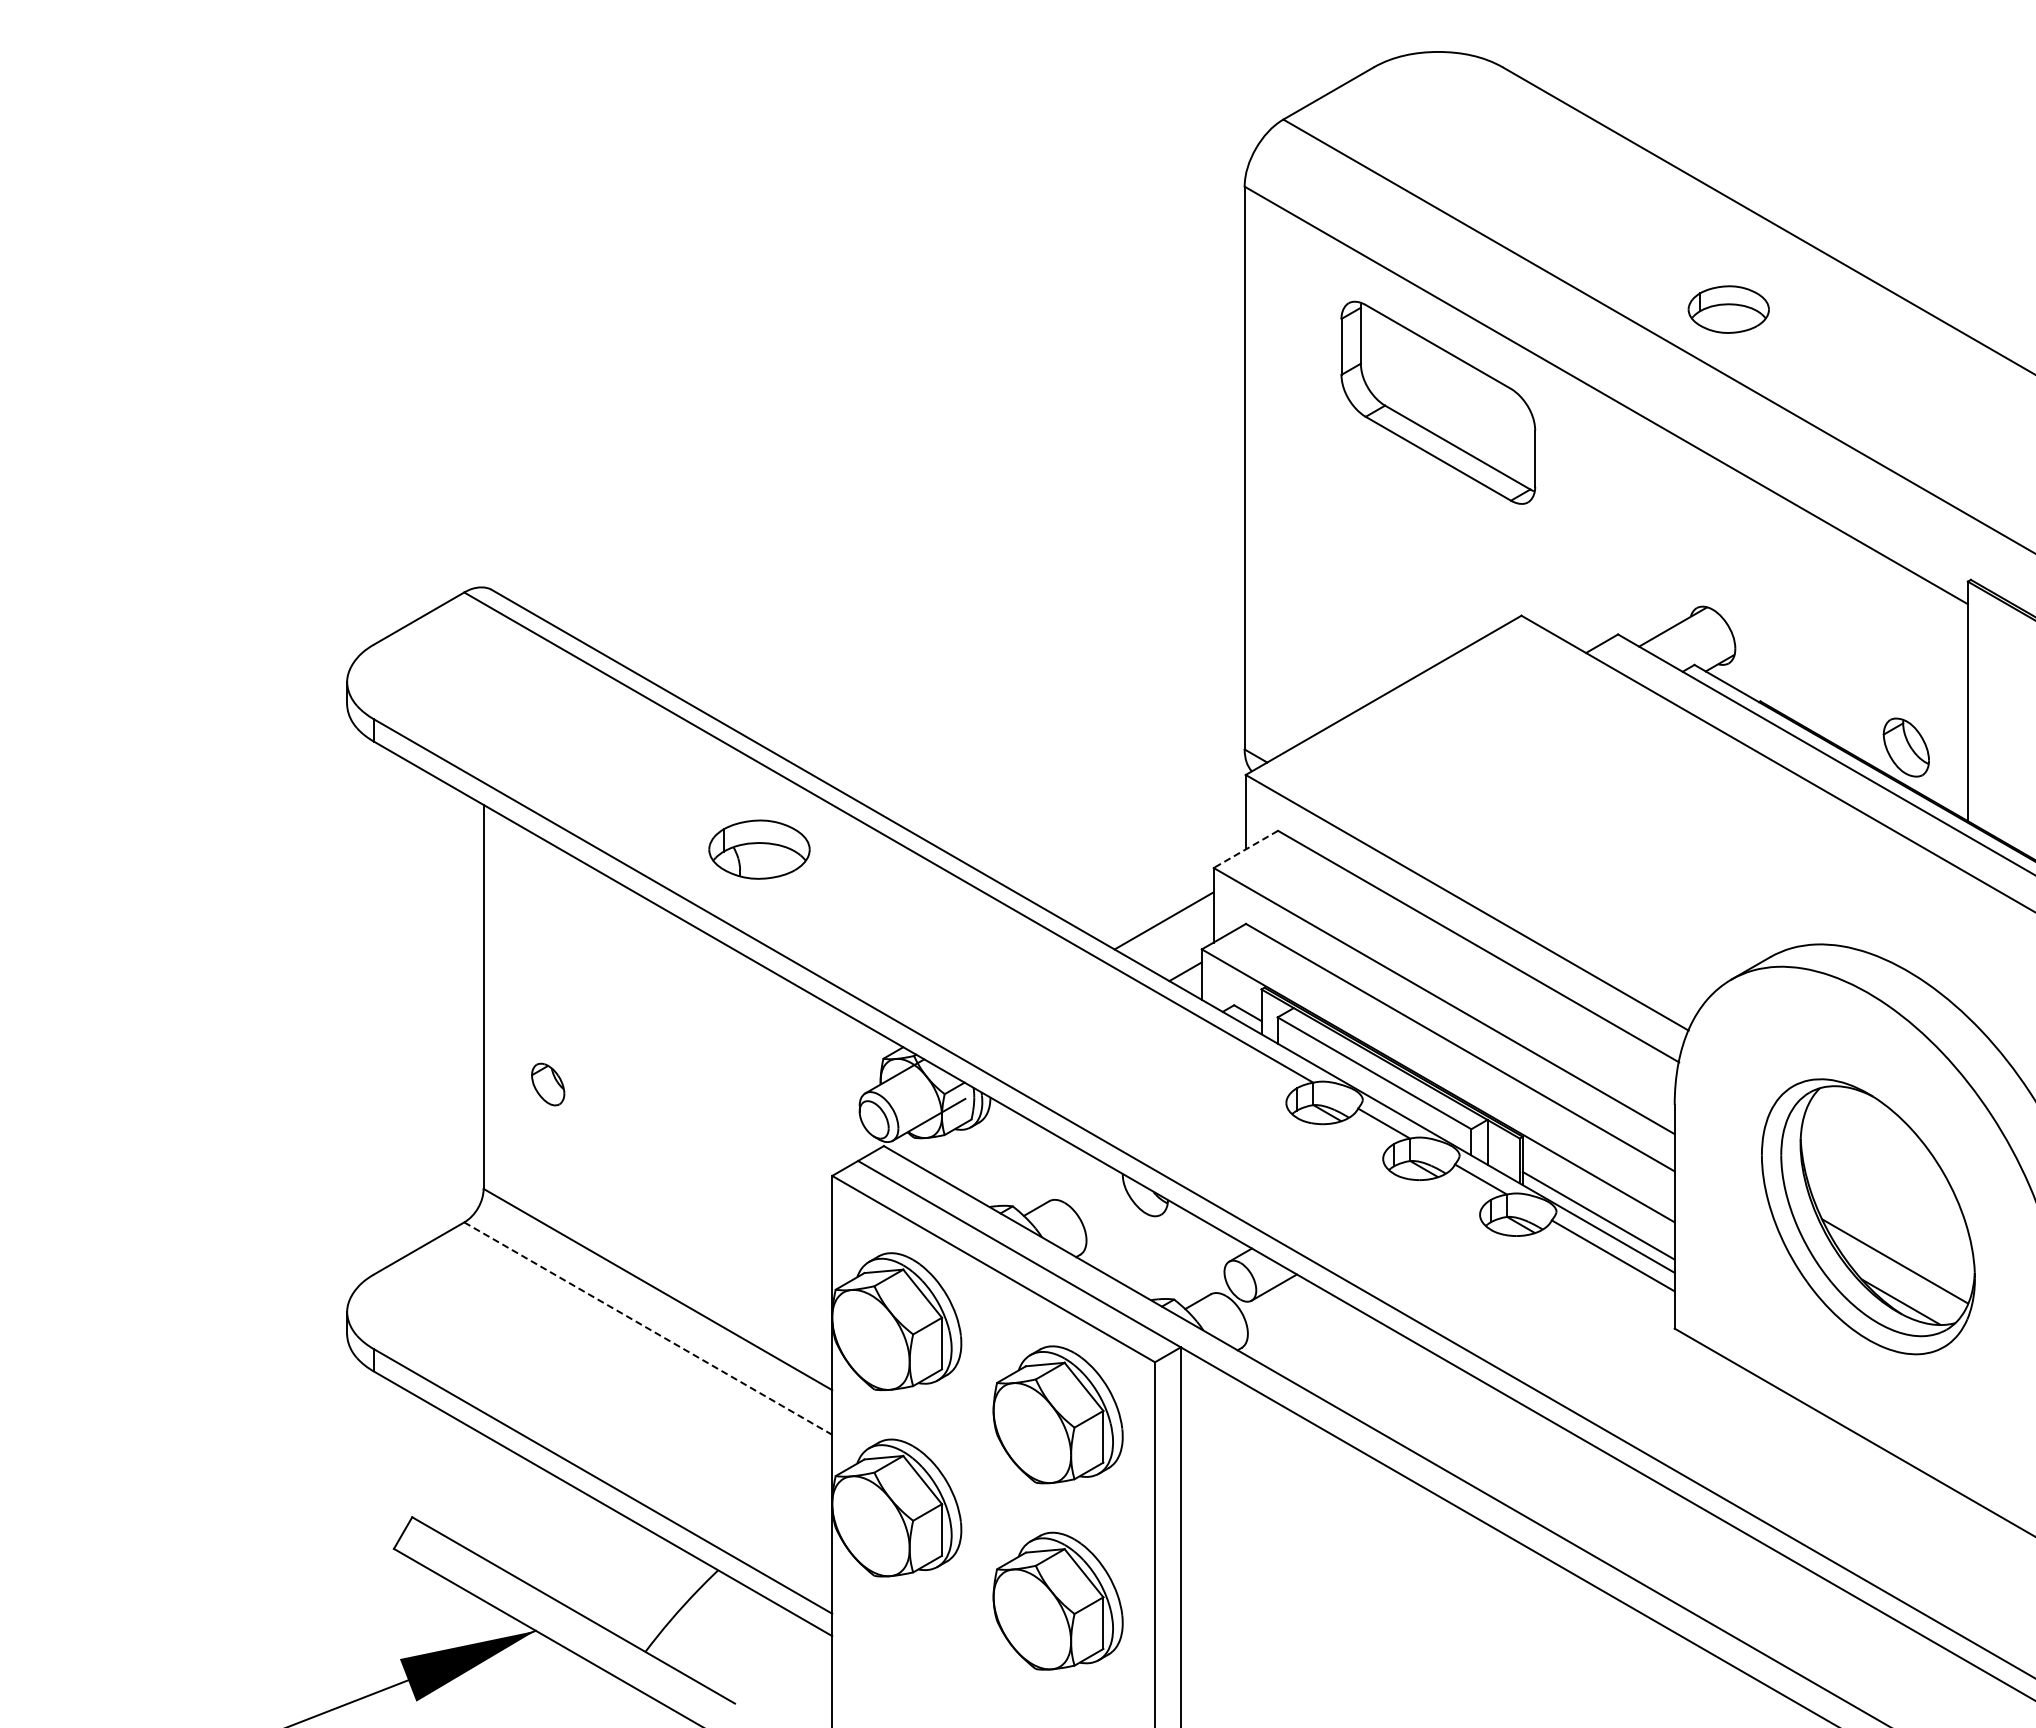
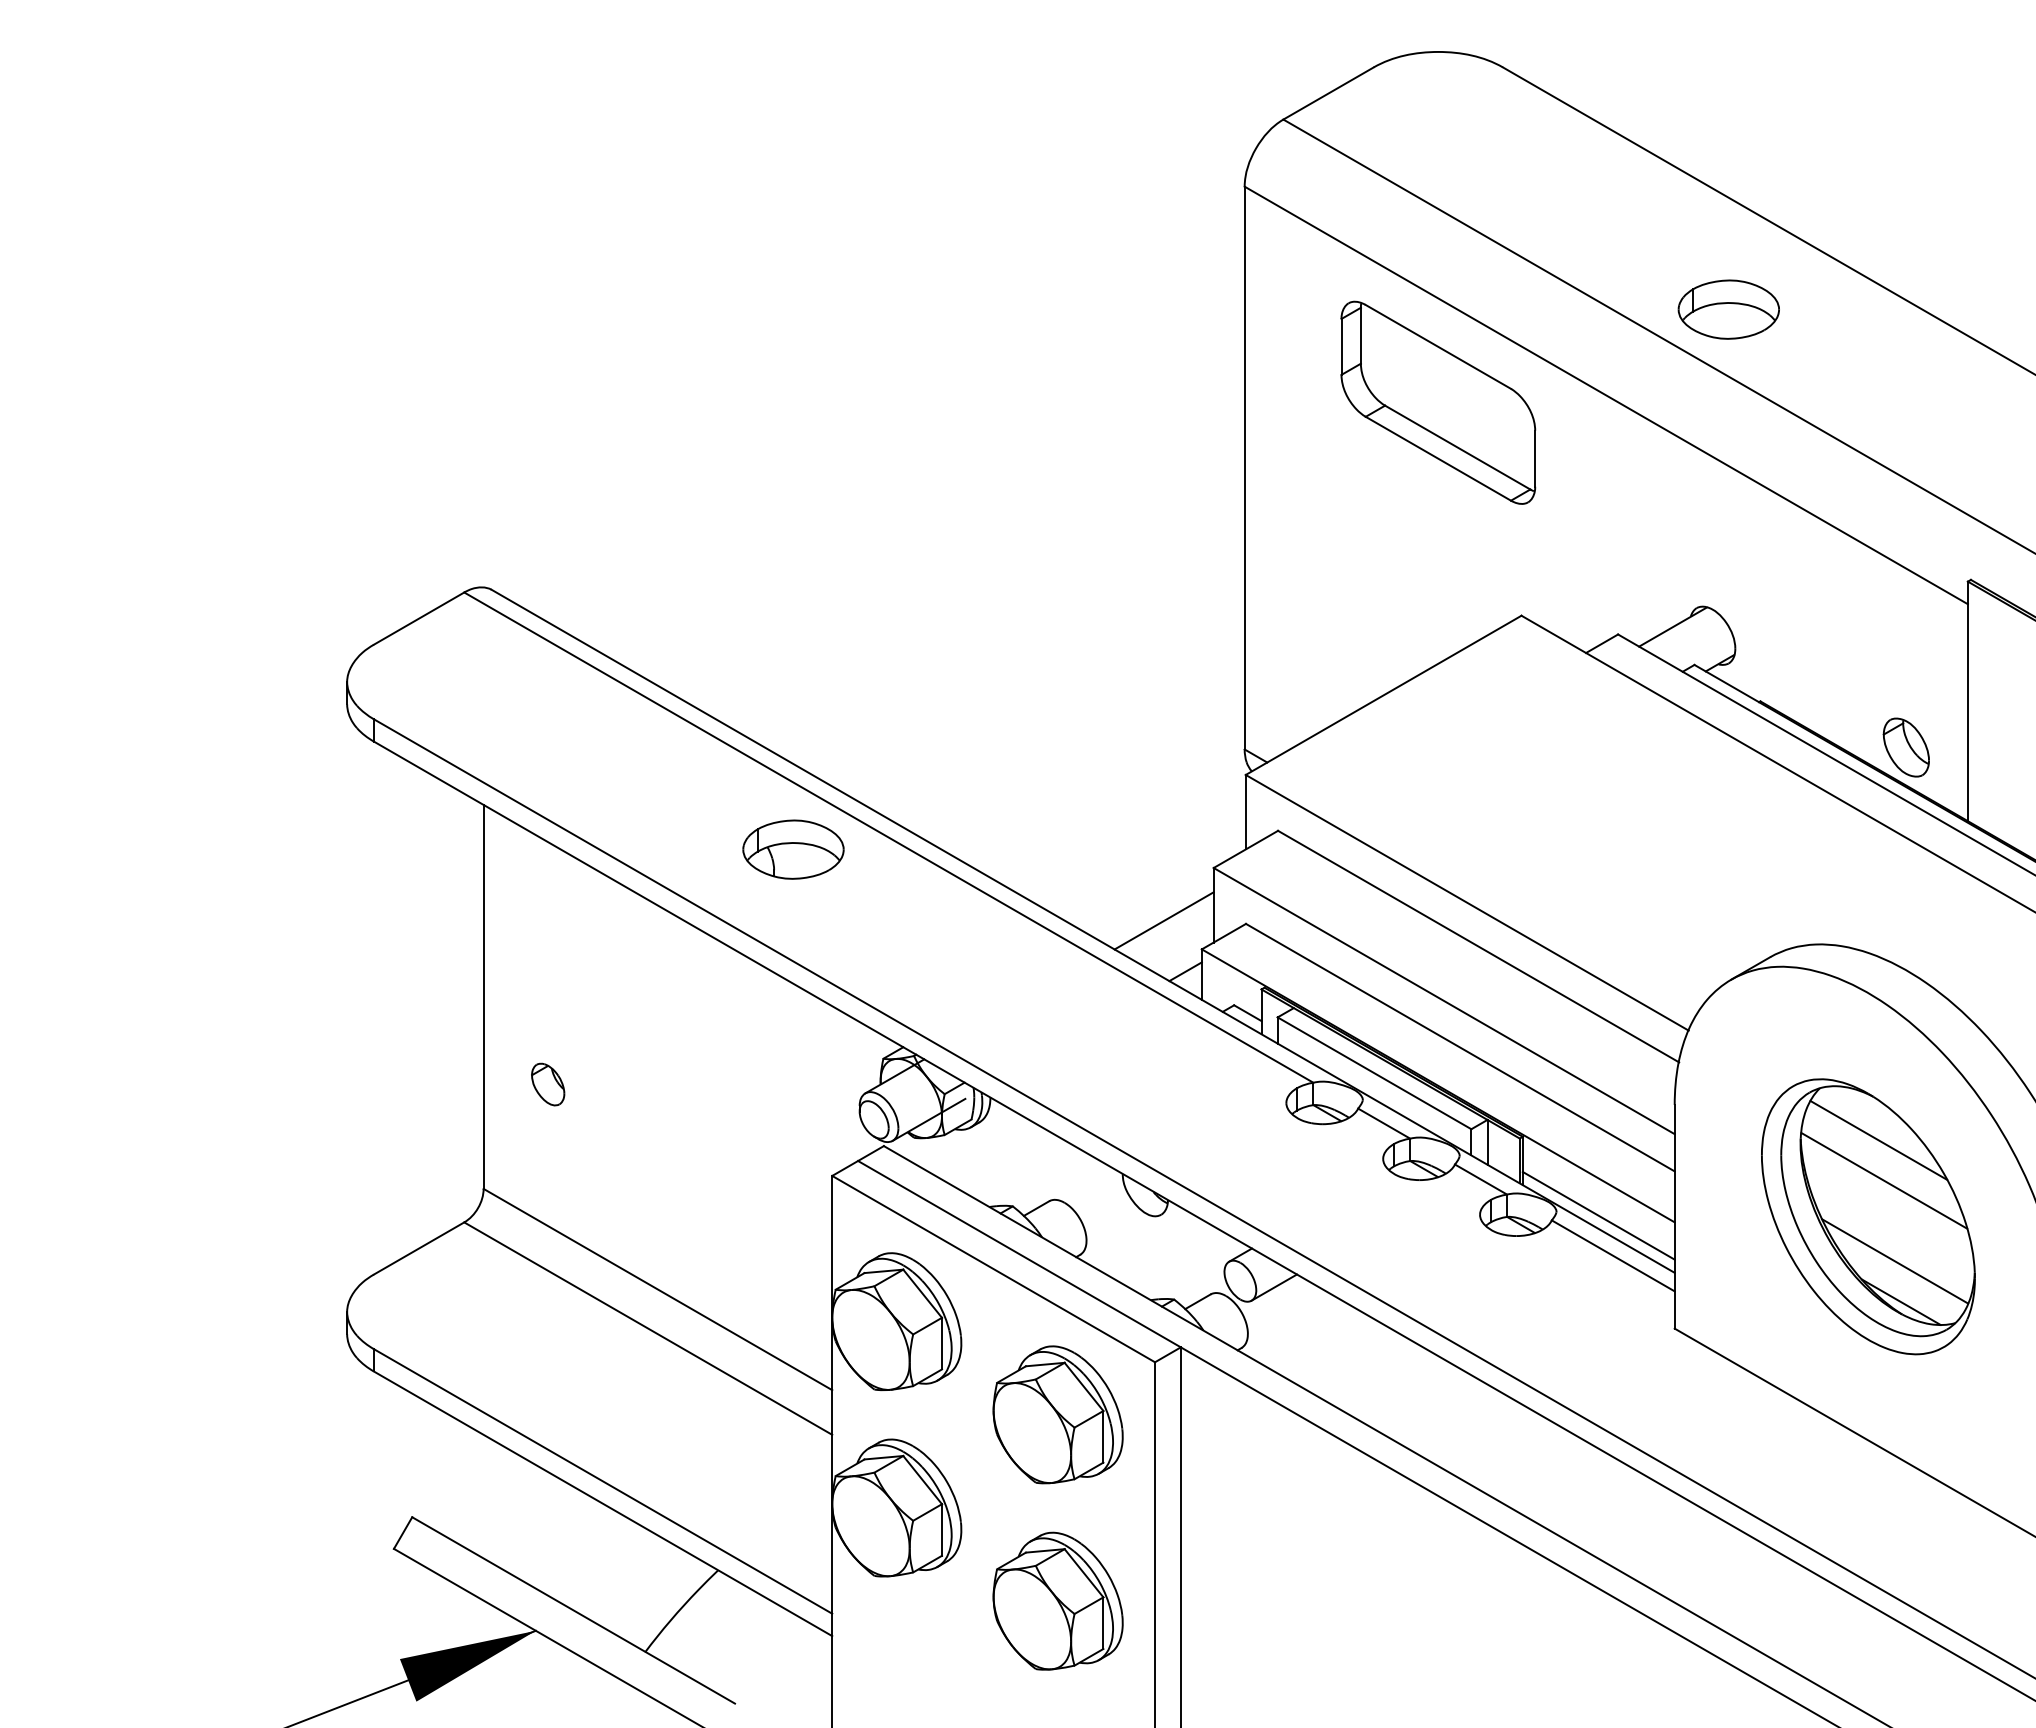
part at (1728, 309) size: 83x49 px -> 103x61 px
part at (759, 849) position: (759, 849) -> (793, 849)
line at (1245, 849): dashed -> solid
line at (1878, 1139): none -> present
line at (1884, 1180): none -> present
line at (648, 1328): dashed -> solid
